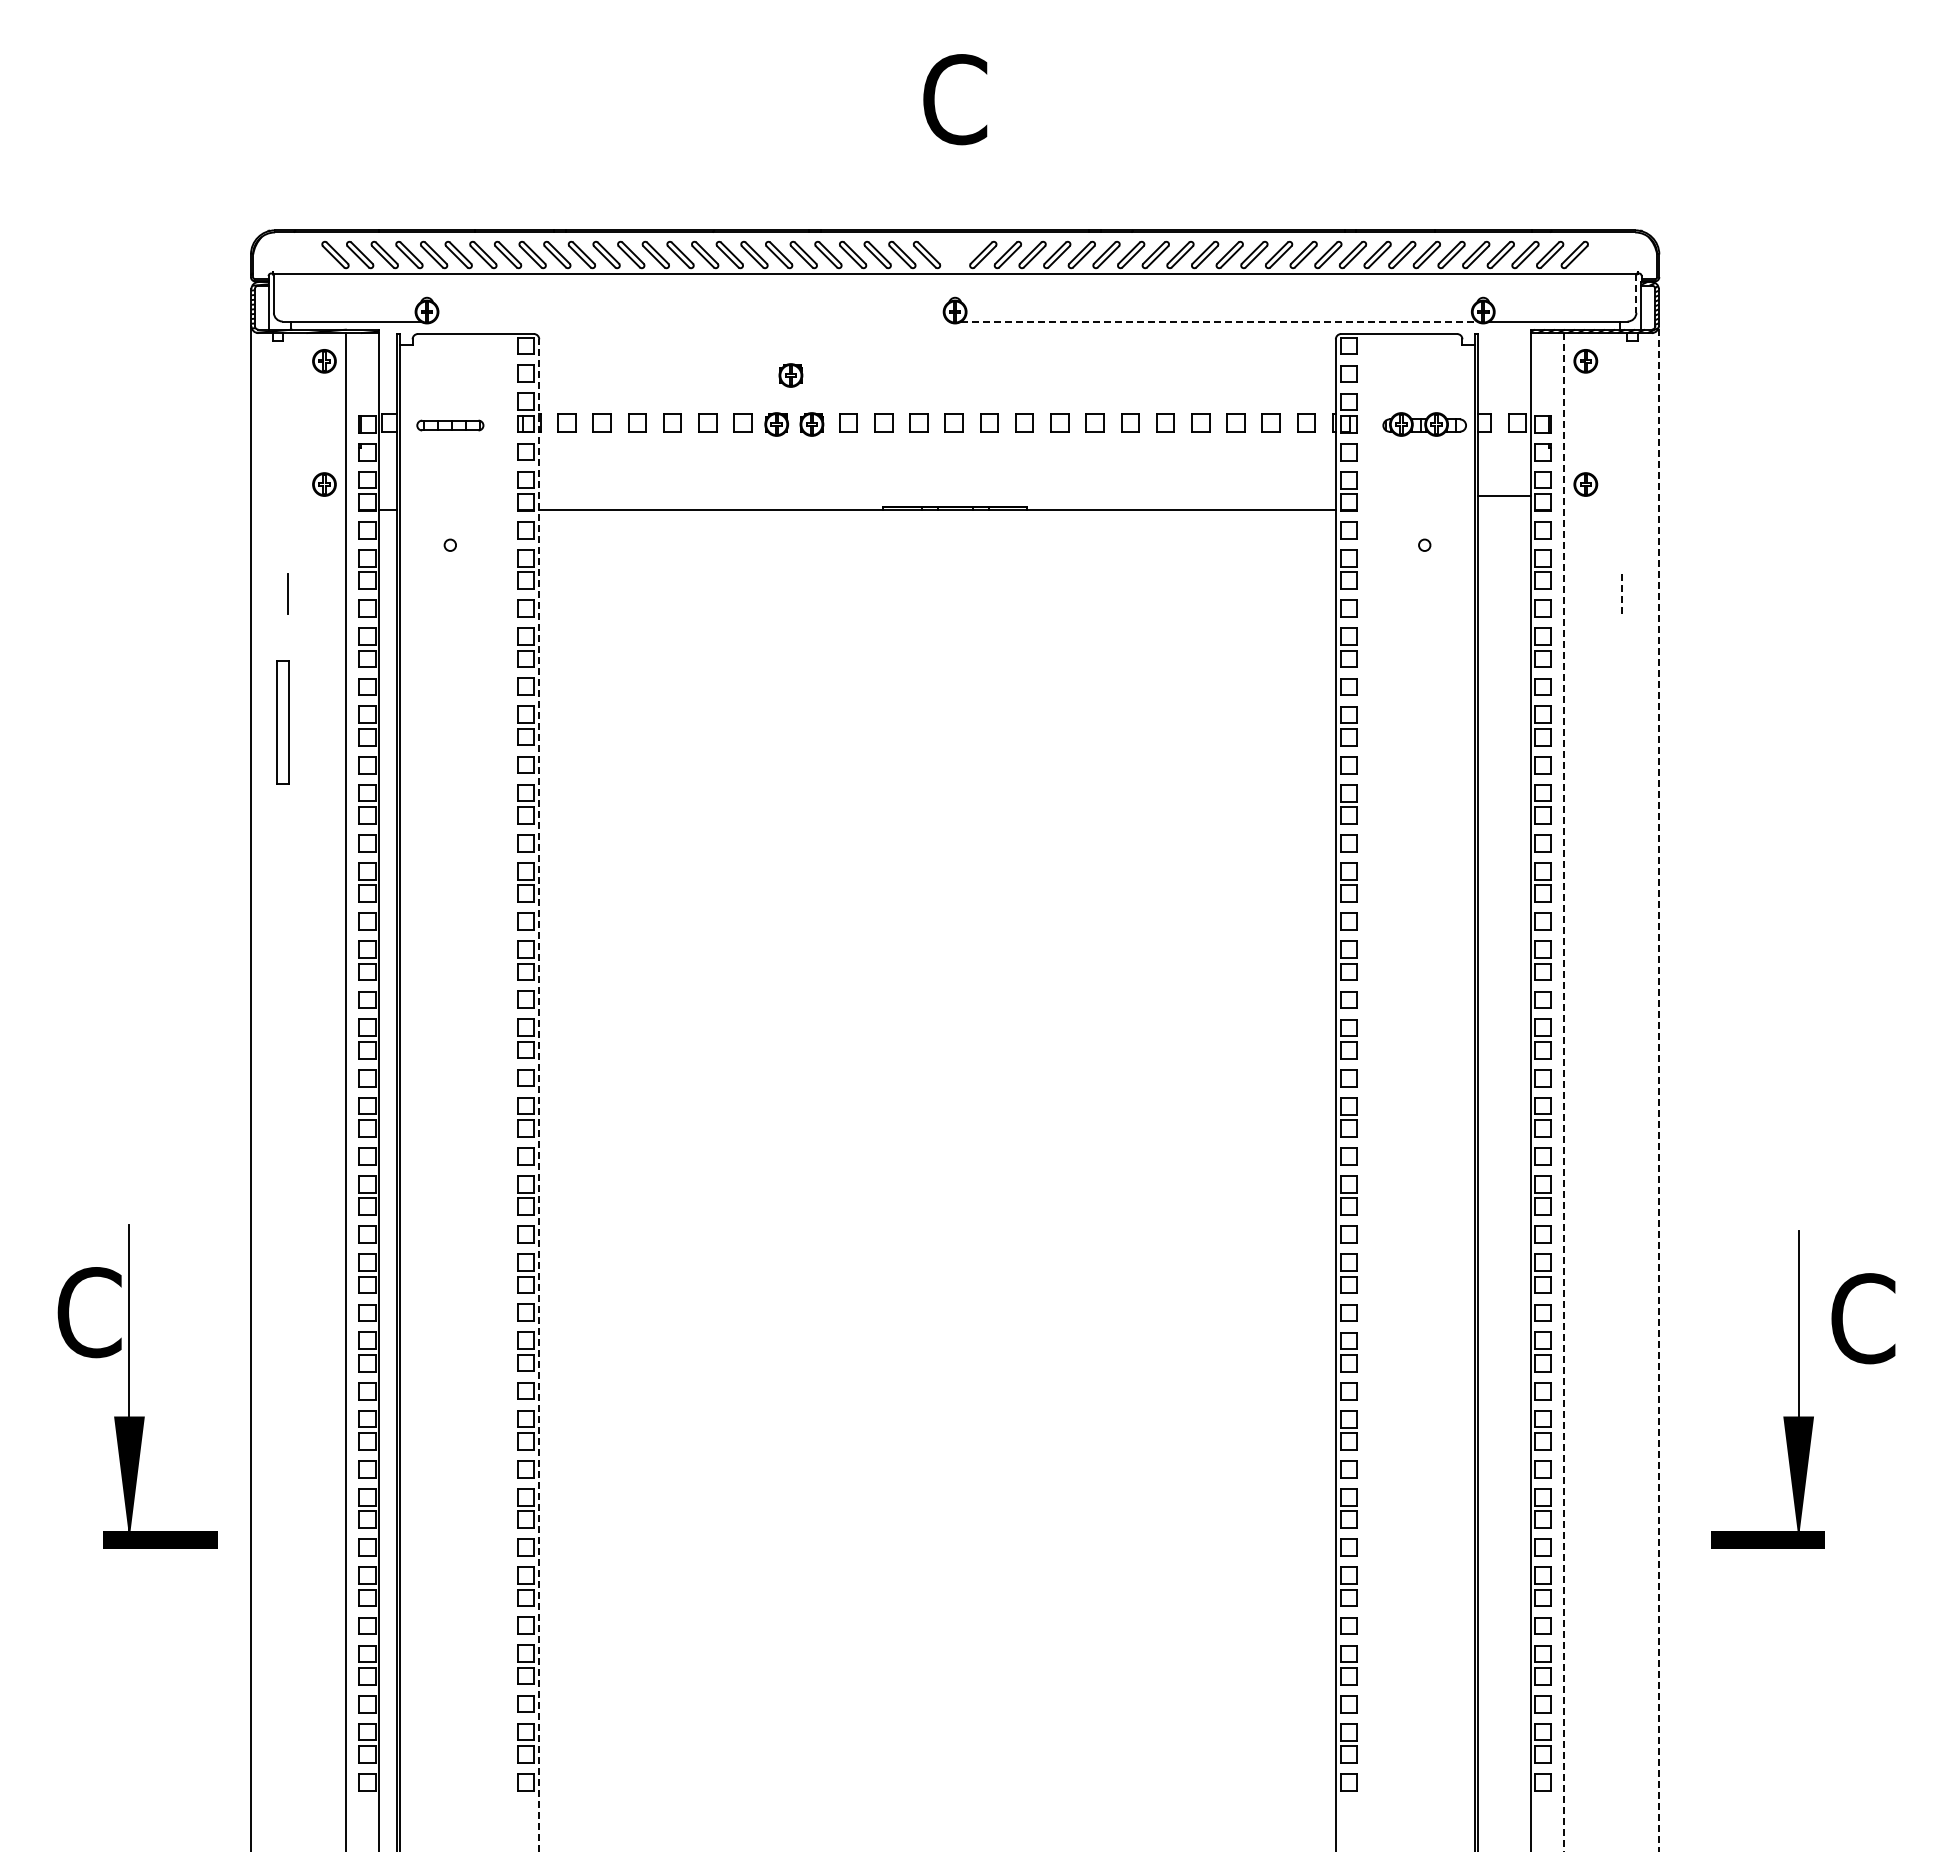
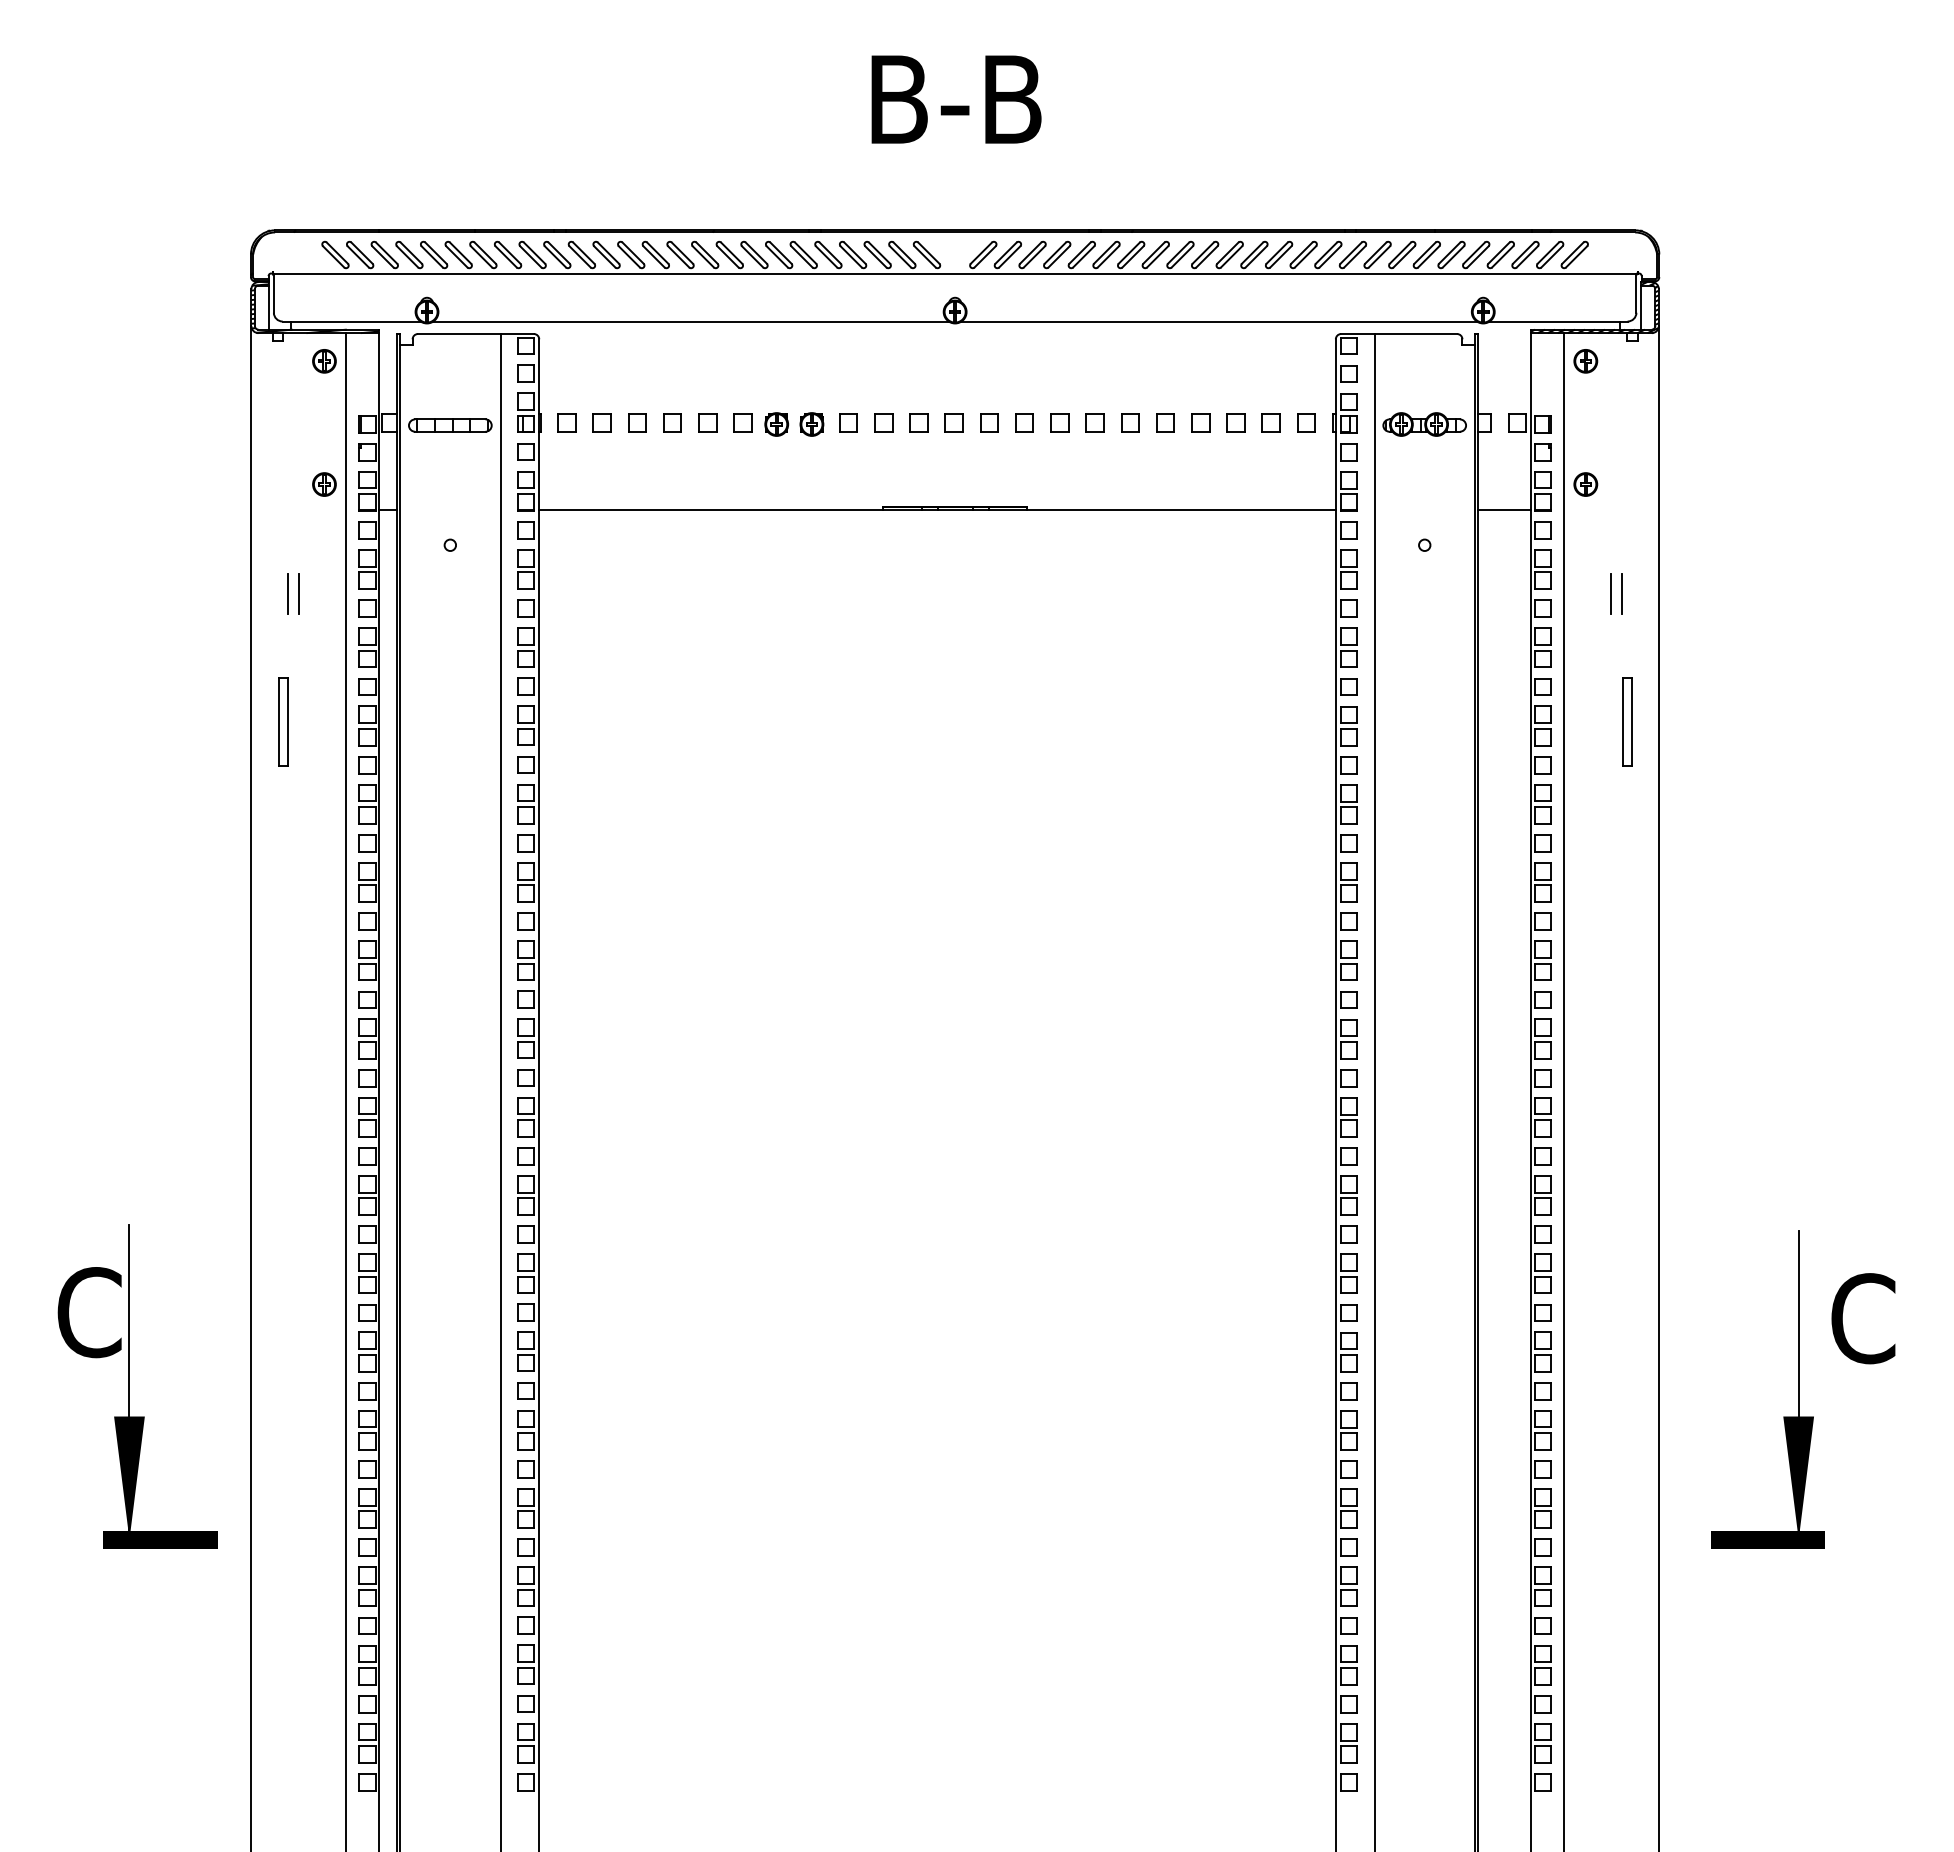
text at (956, 99): C -> B-B
line at (1636, 293): dashed -> solid
line at (690, 321): none -> present
line at (1219, 321): dashed -> solid
part at (790, 375): present -> none
part at (450, 425) size: 69x13 px -> 85x15 px
line at (1504, 496) position: (1504, 496) -> (1504, 510)
line at (298, 593): none -> present
line at (1611, 593): none -> present
line at (1621, 594): dashed -> solid
part at (1627, 721): none -> present
part at (282, 722) size: 14x125 px -> 11x90 px
line at (1658, 1088): dashed -> solid
line at (500, 1091): none -> present
line at (1374, 1091): none -> present
line at (1563, 1091): dashed -> solid
line at (539, 1095): dashed -> solid
